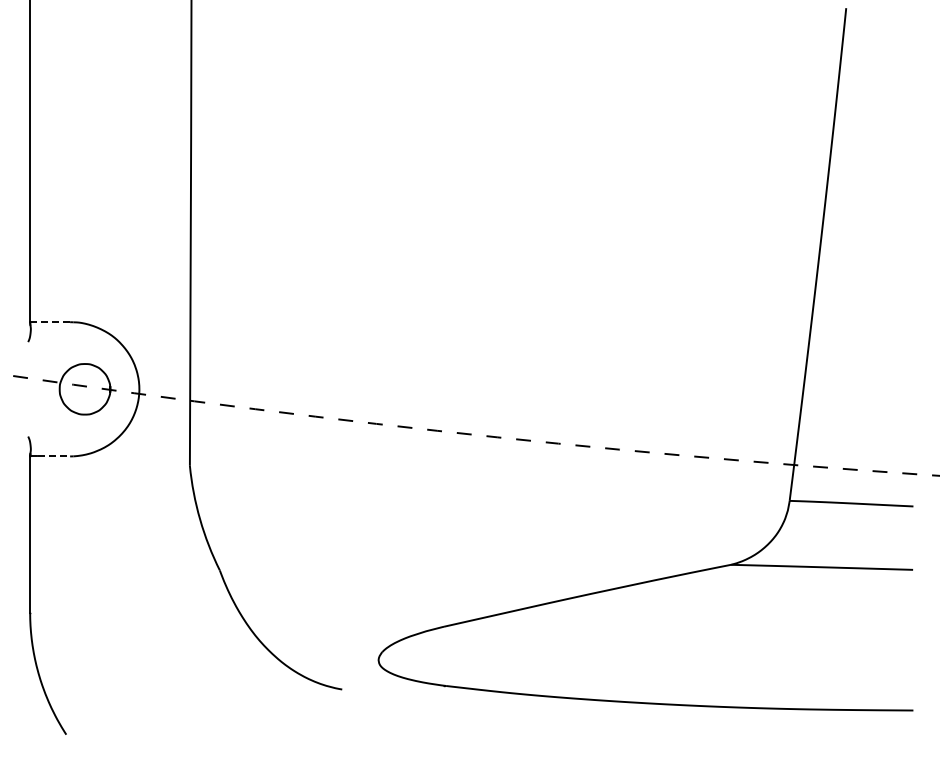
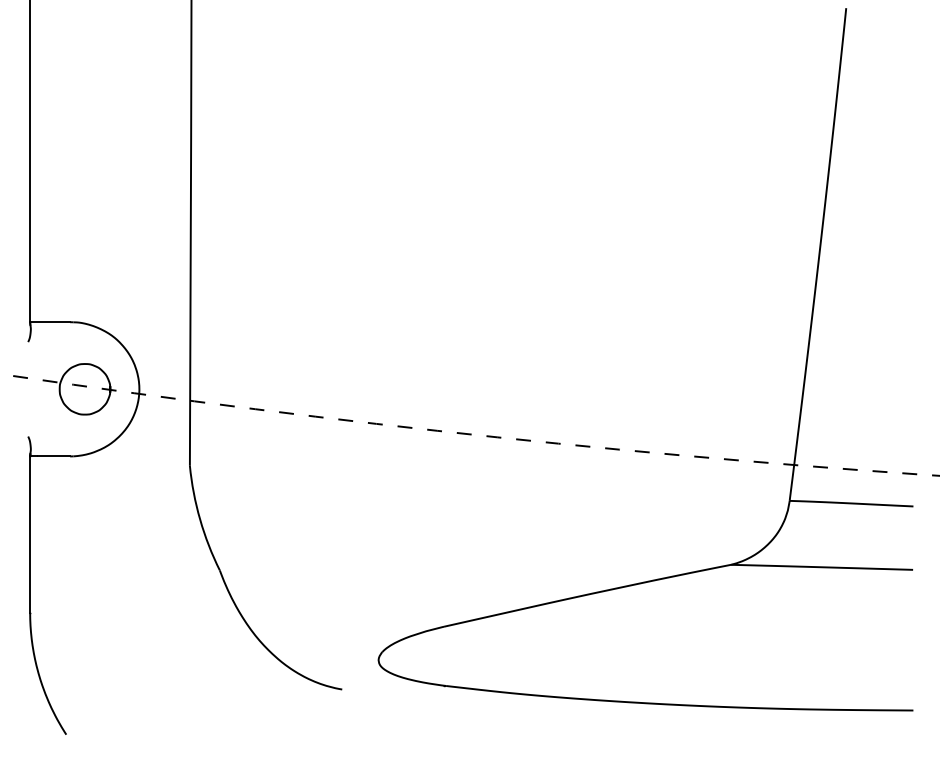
line at (50, 322): dashed -> solid
line at (54, 456): dashed -> solid
